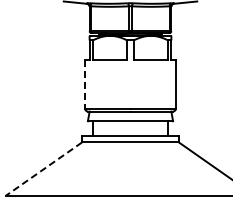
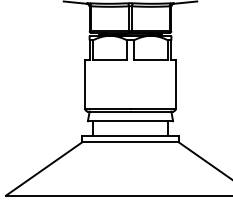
line at (85, 84): dashed -> solid
line at (43, 169): dashed -> solid
